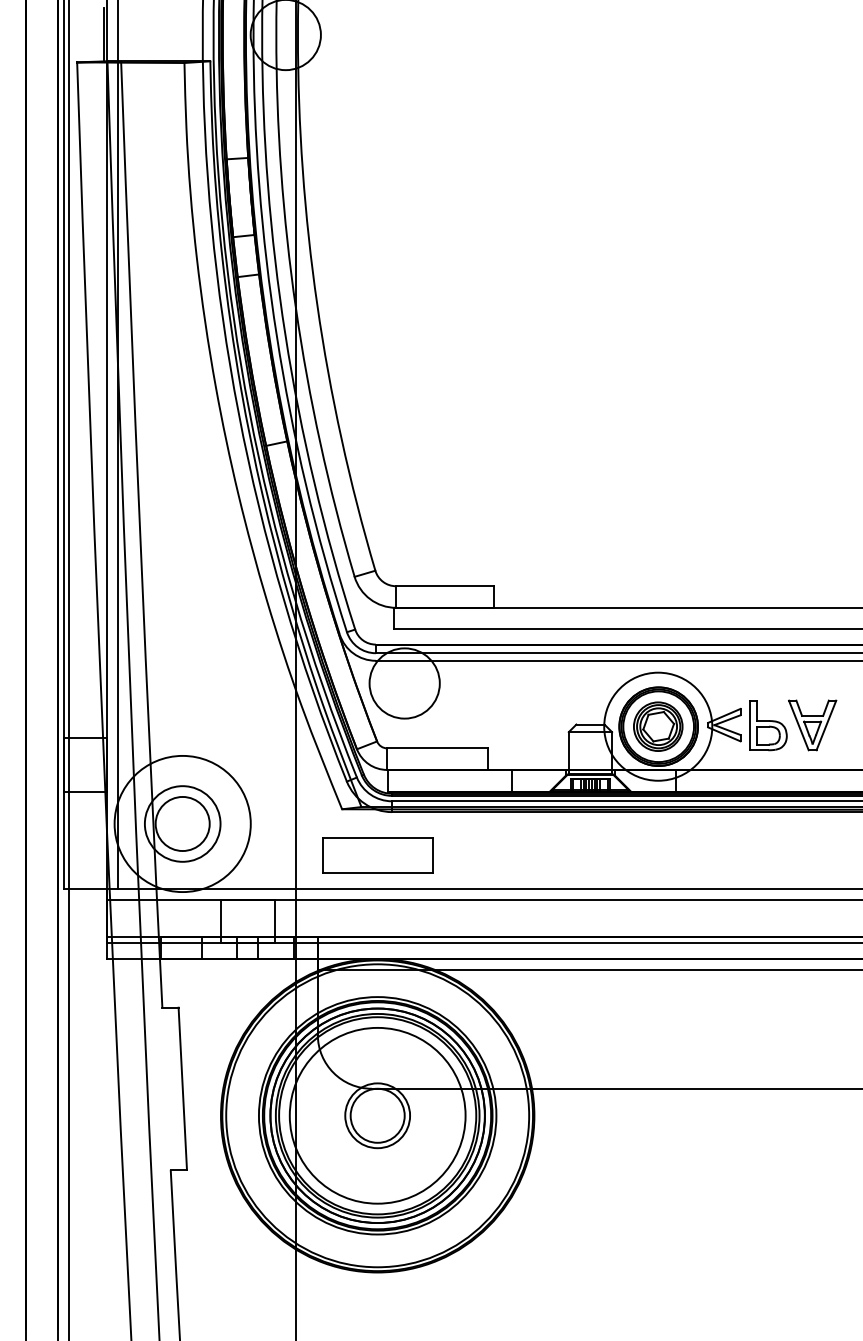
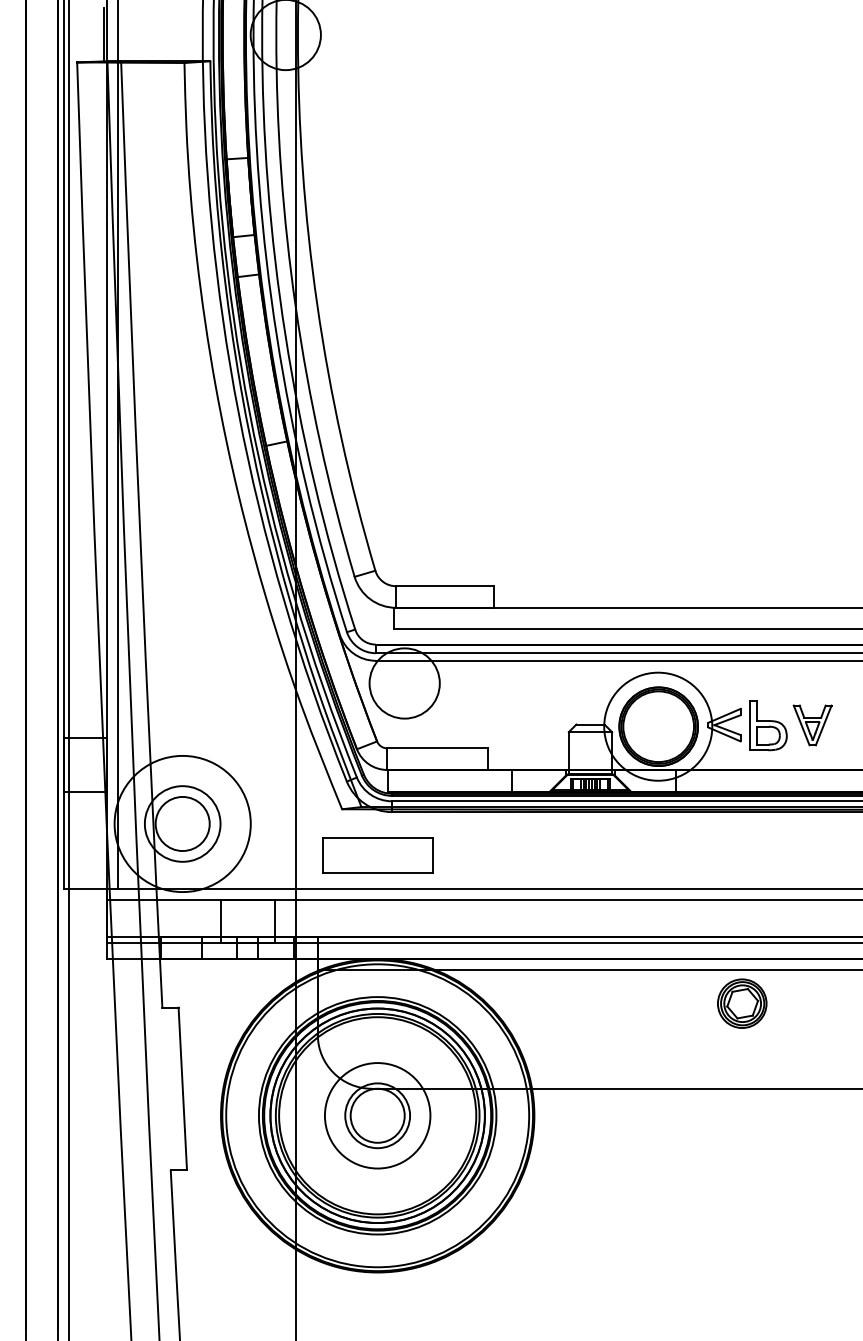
part at (812, 725) size: 50x53 px -> 41x43 px
part at (658, 726) position: (658, 726) -> (742, 1003)
circle at (377, 1115) diameter: 176 px -> 105 px
